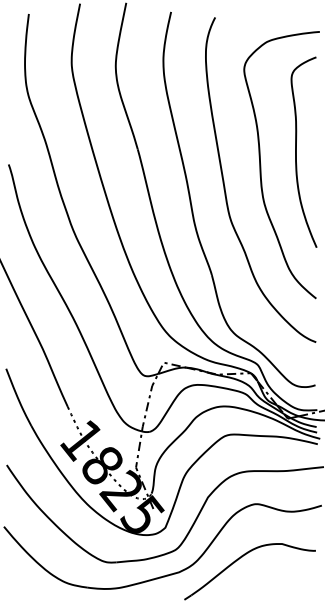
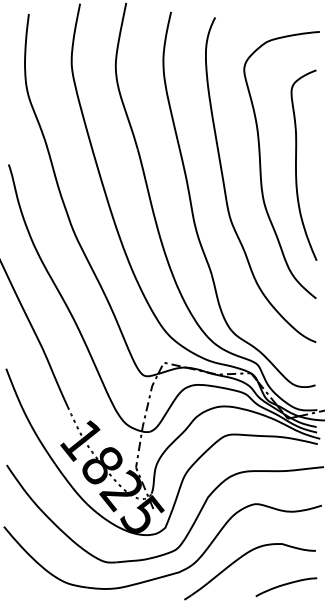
curve at (296, 151) position: (296, 151) -> (296, 164)
curve at (285, 585): none -> present
